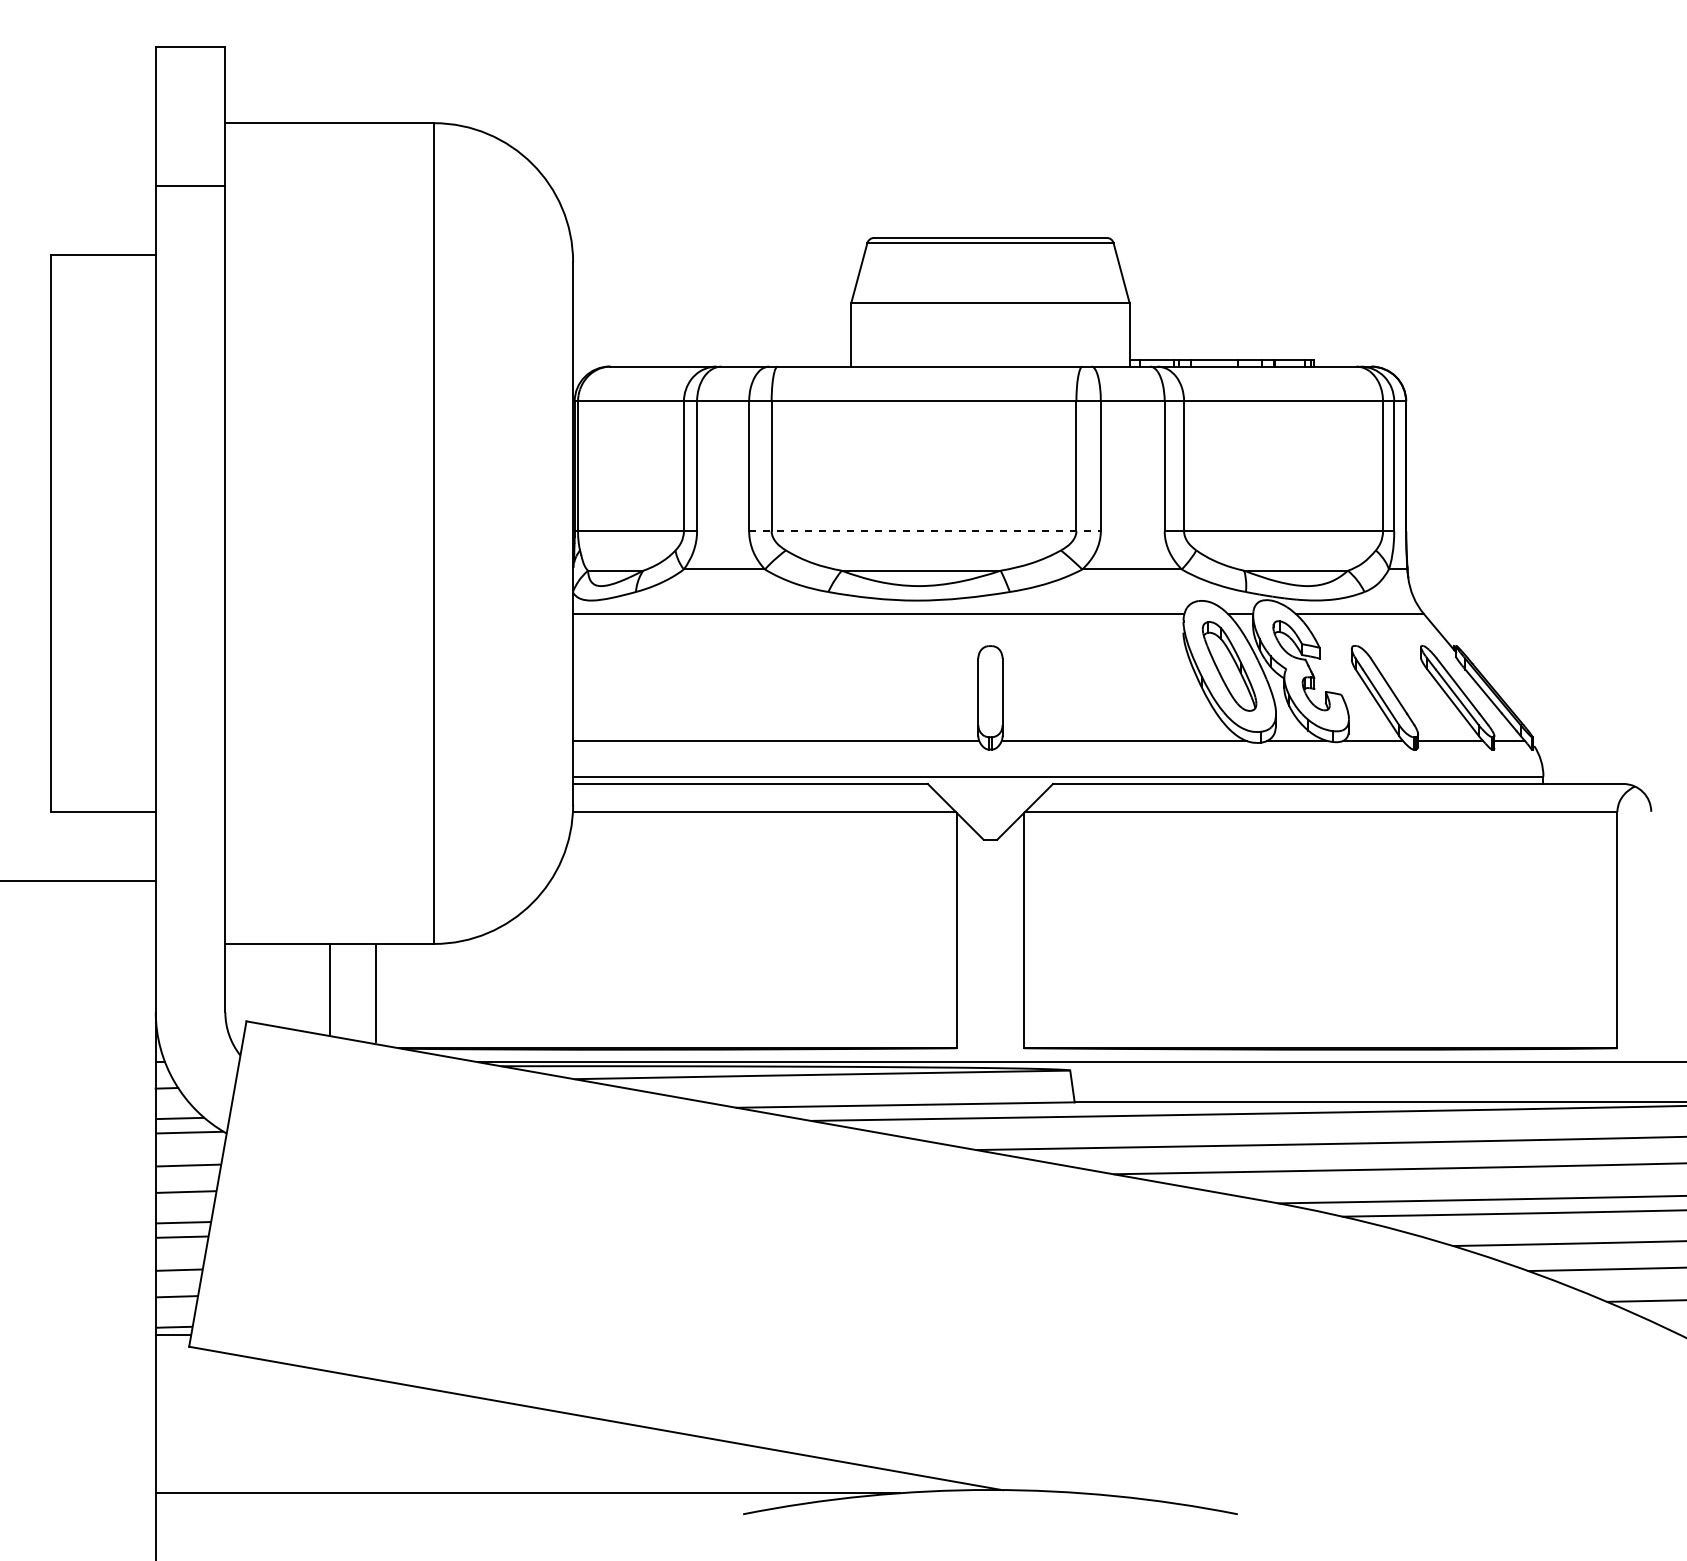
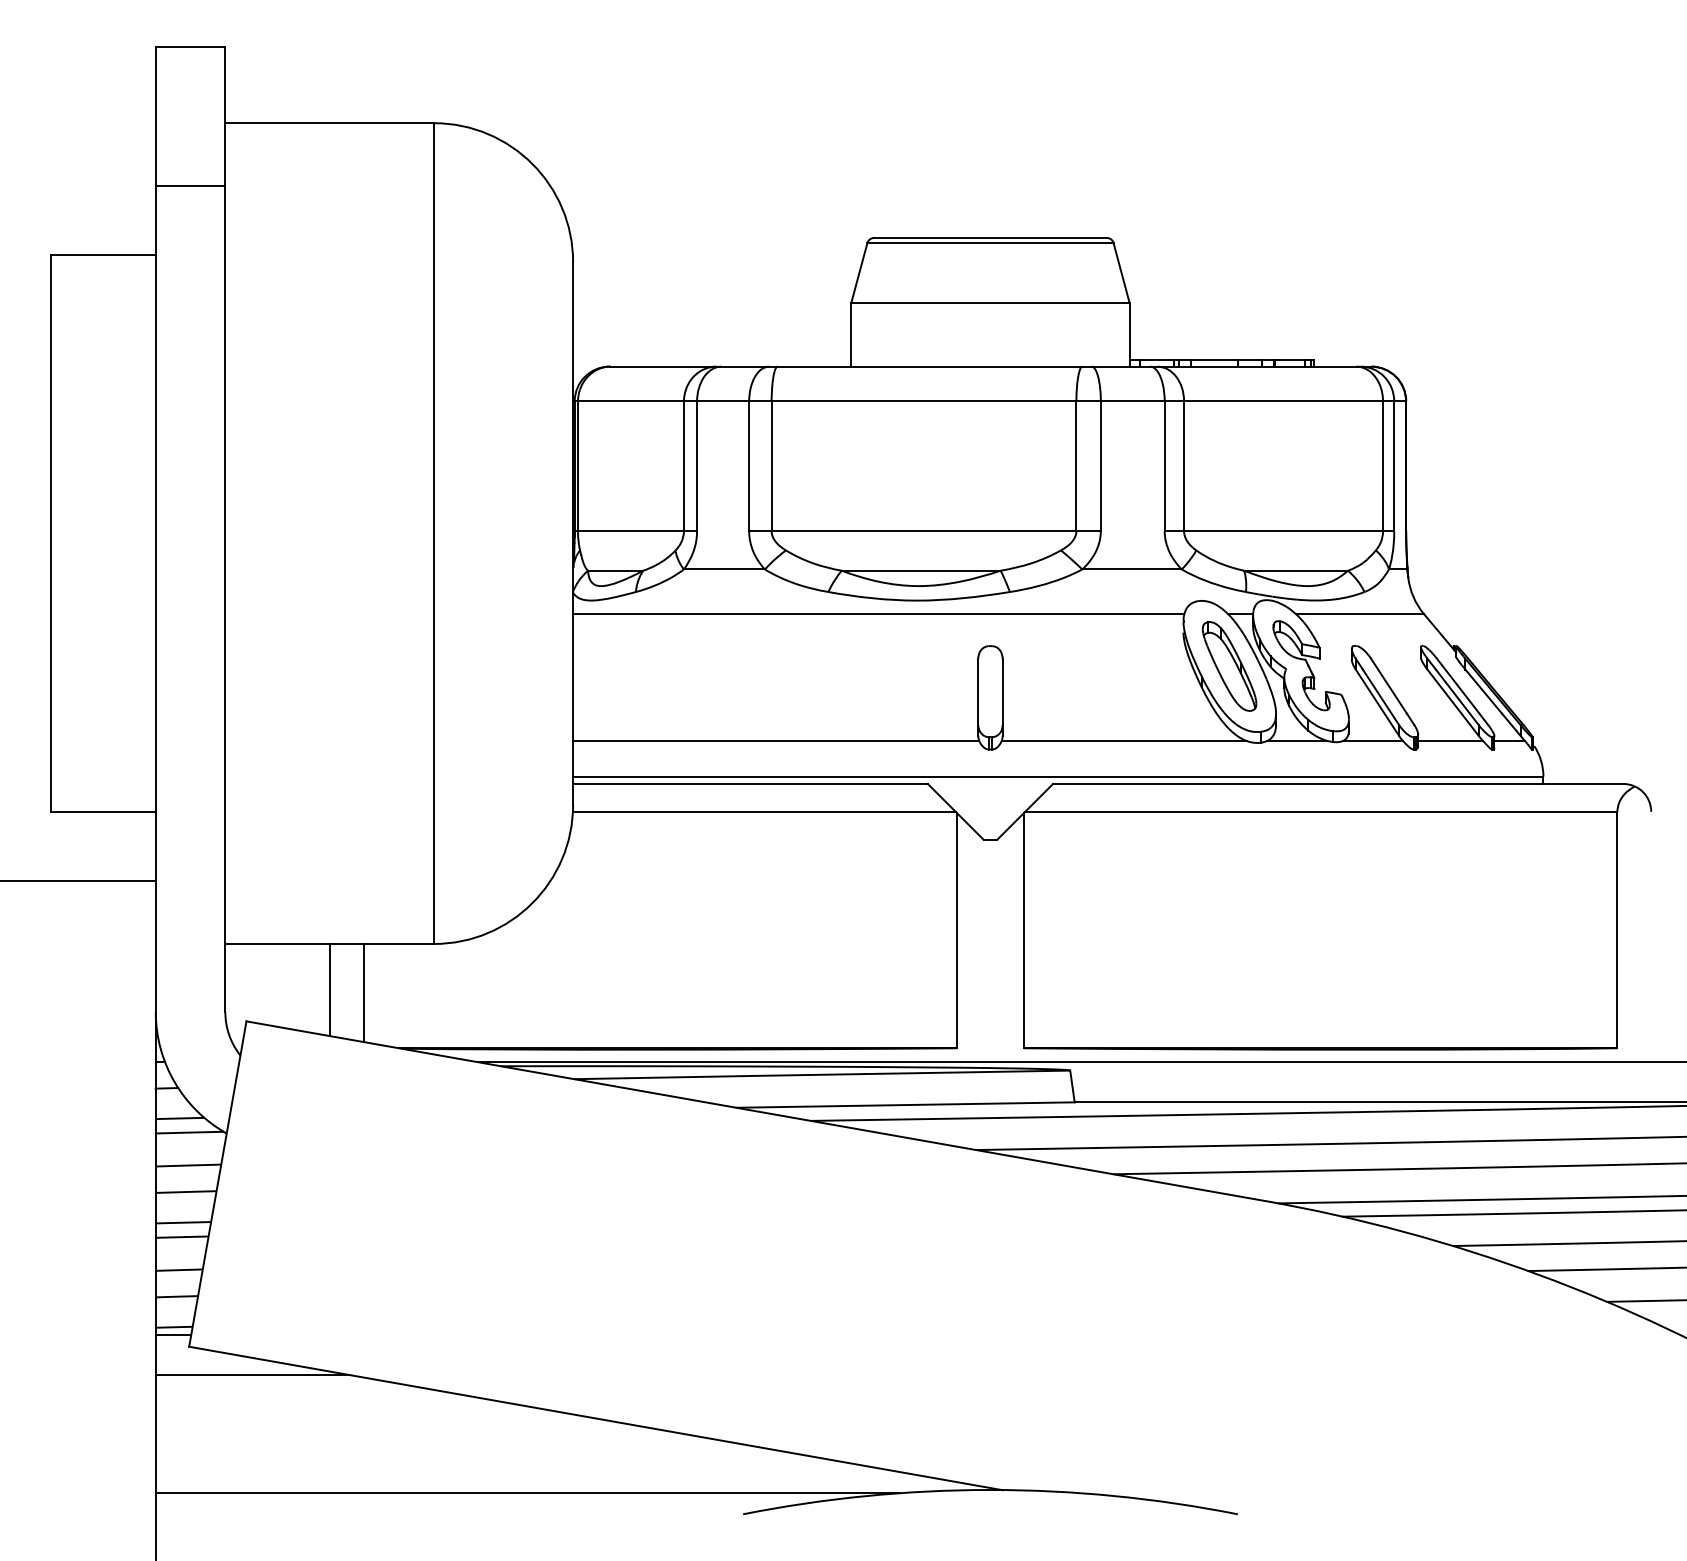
line at (925, 531): dashed -> solid
line at (375, 992) position: (375, 992) -> (363, 992)
line at (252, 1375): none -> present
